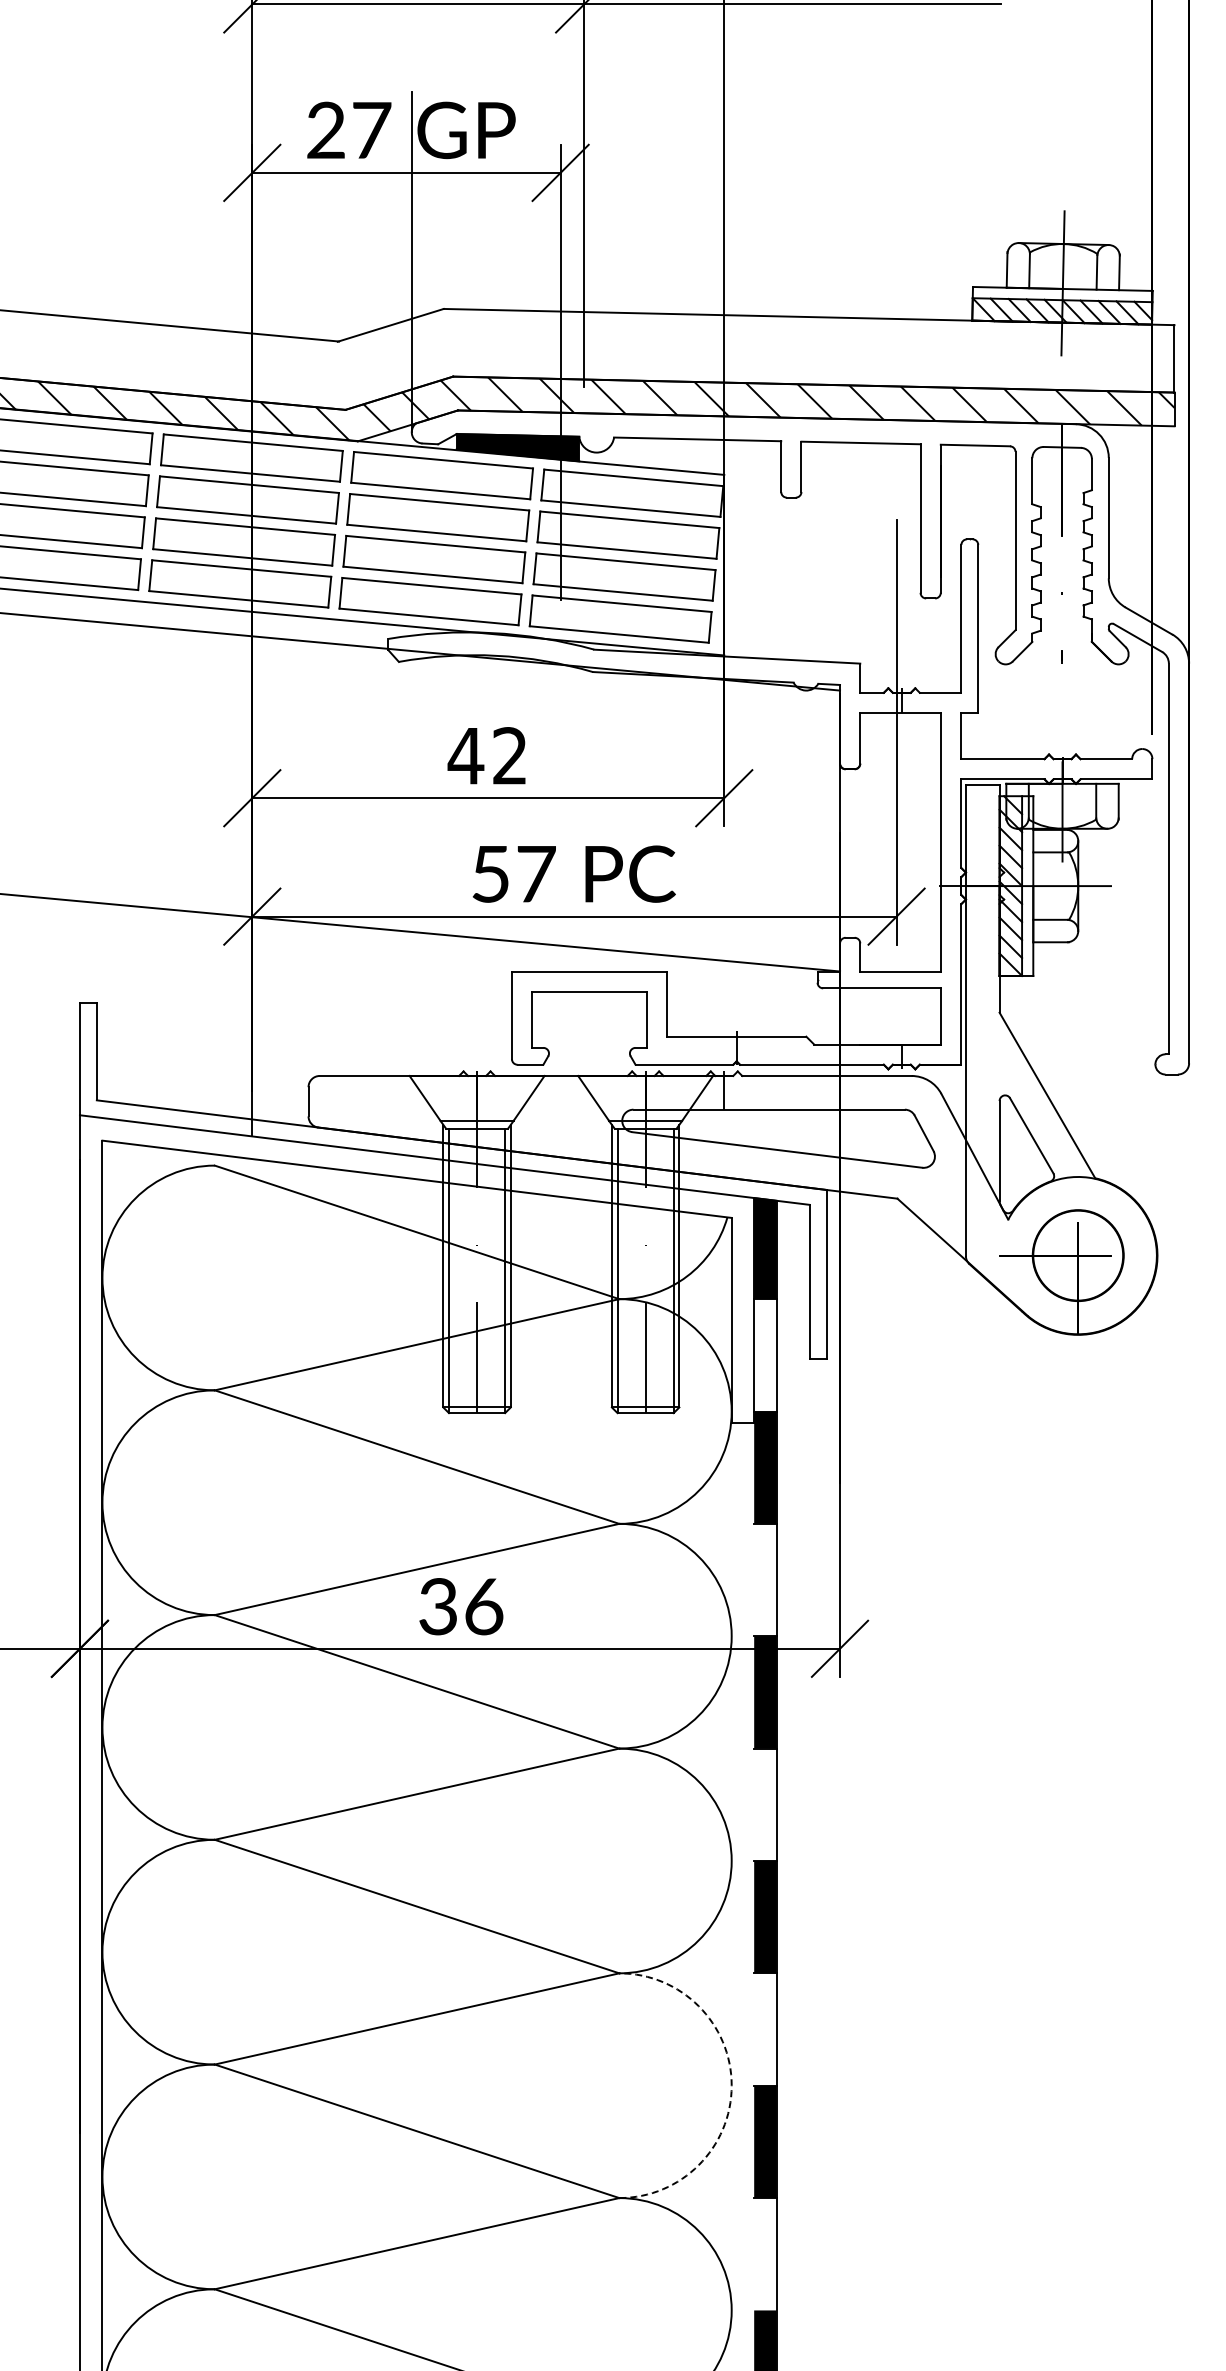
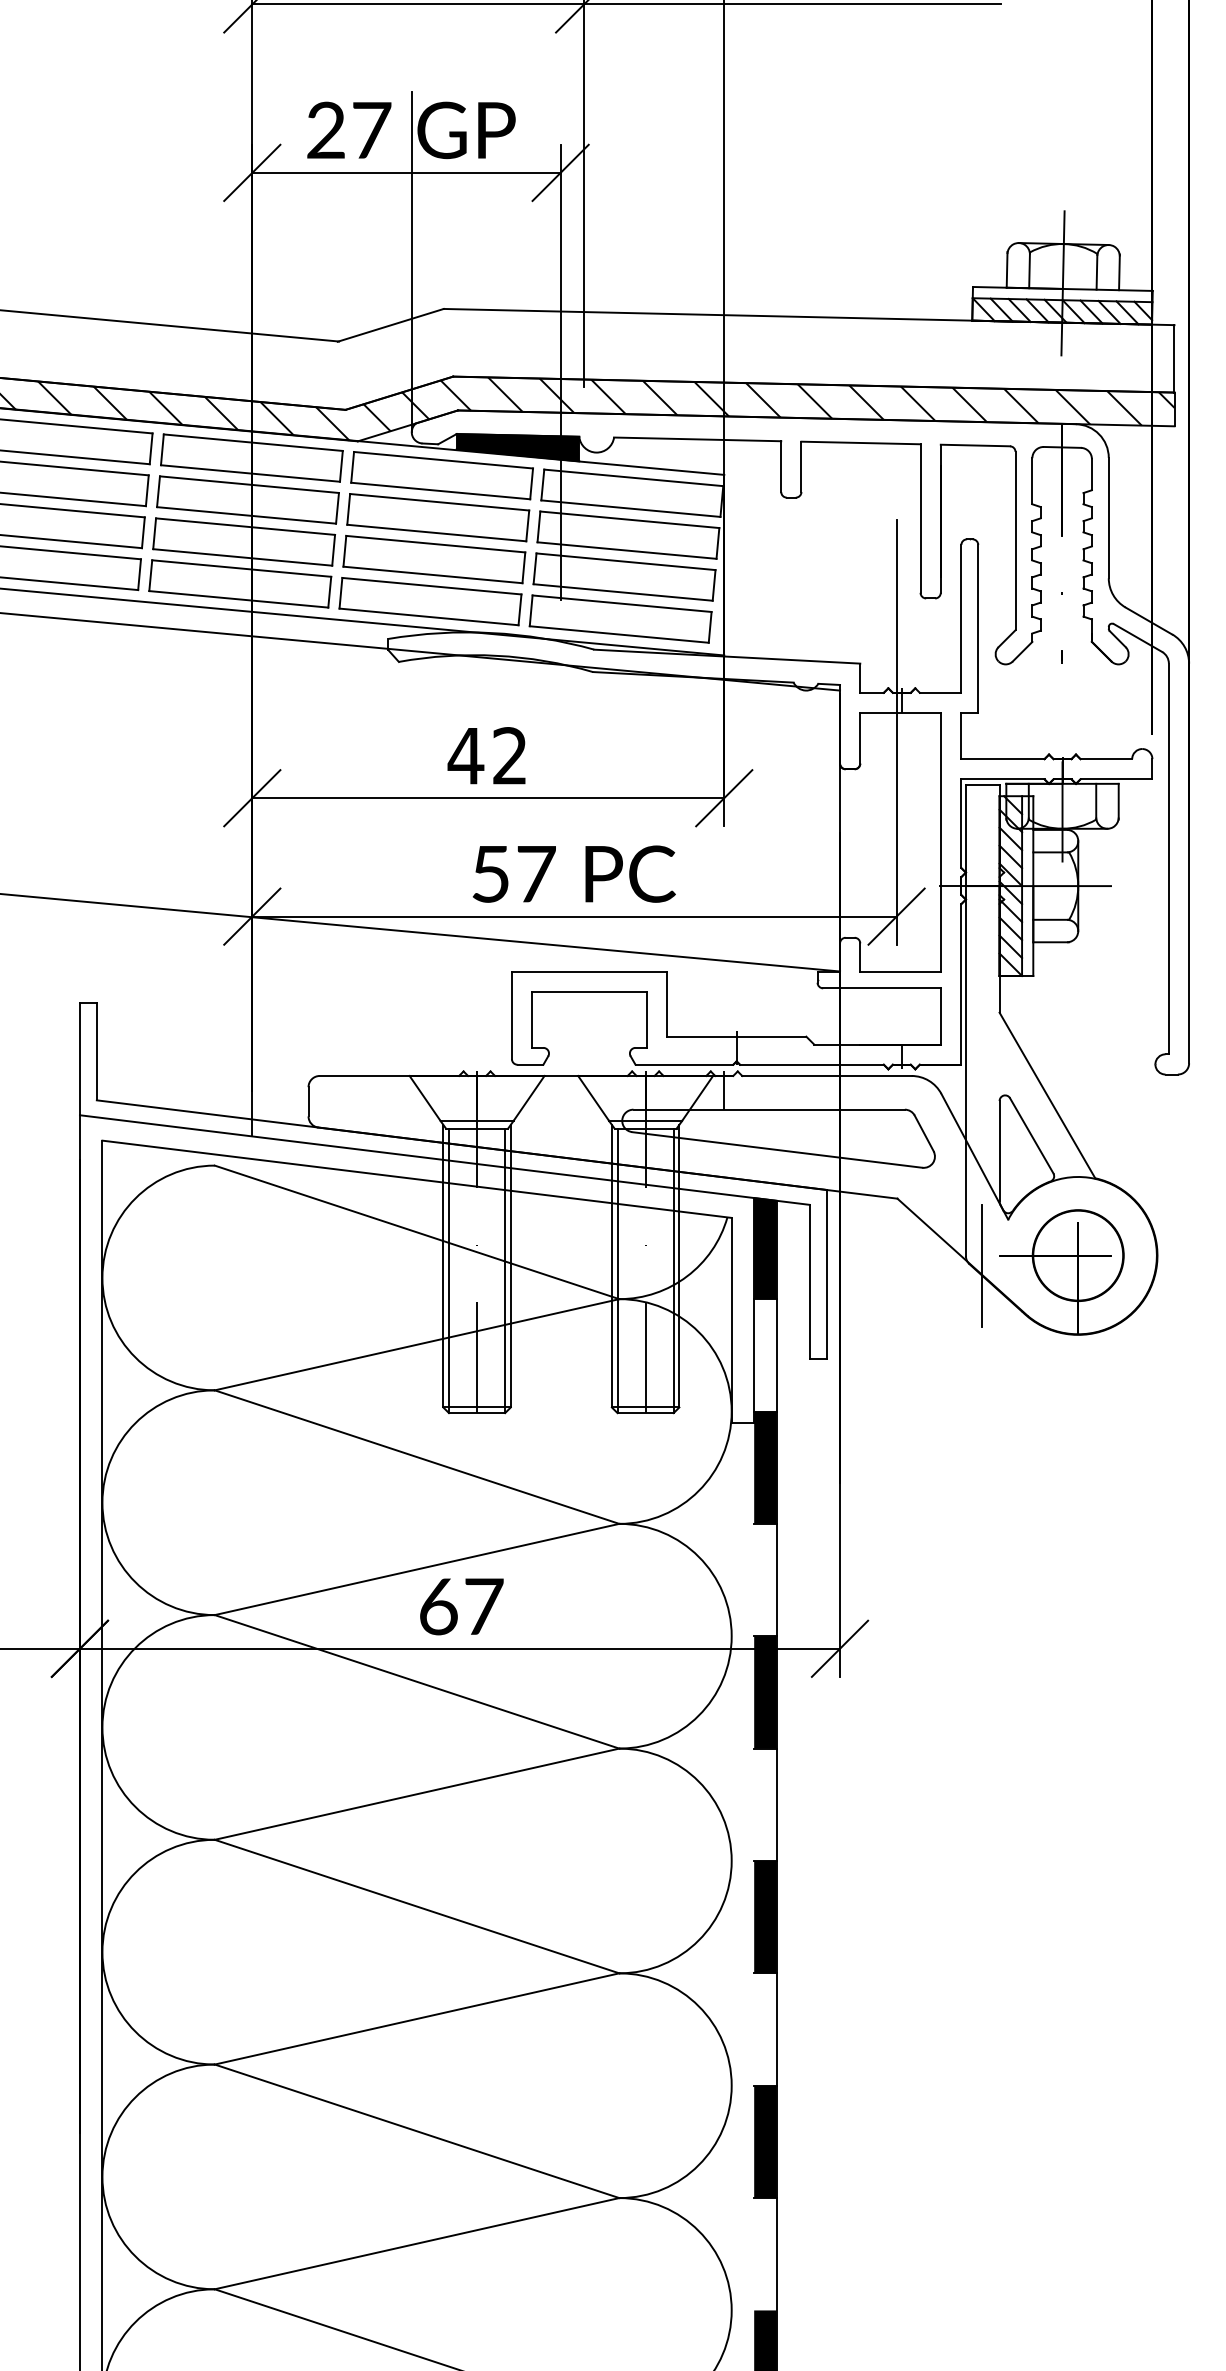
line at (982, 1265): none -> present
text at (461, 1606): 36 -> 67
arc at (731, 2085): dashed -> solid
